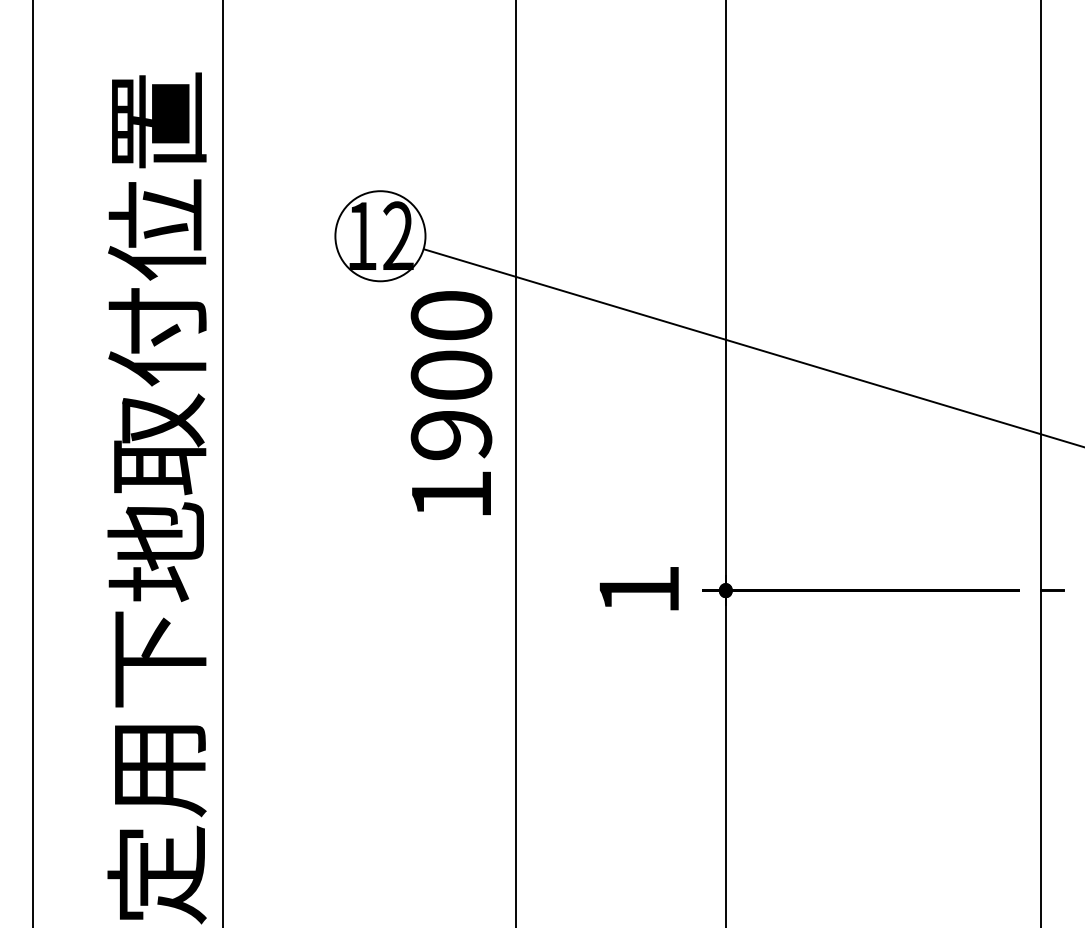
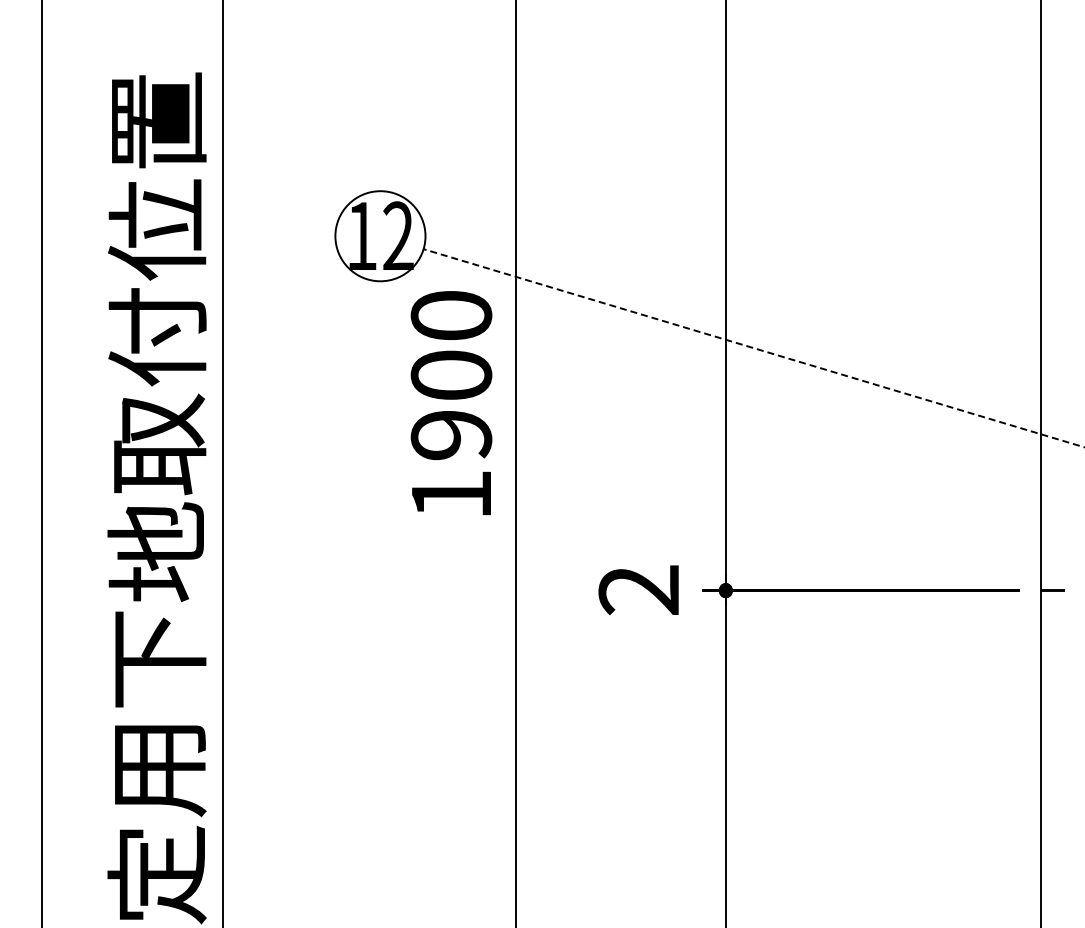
line at (754, 348): solid -> dashed
line at (32, 463) position: (32, 463) -> (41, 463)
text at (638, 590): 1 -> 2
